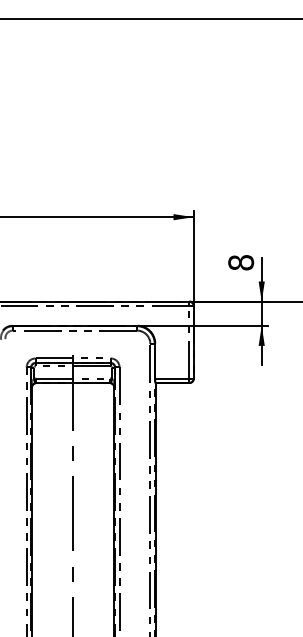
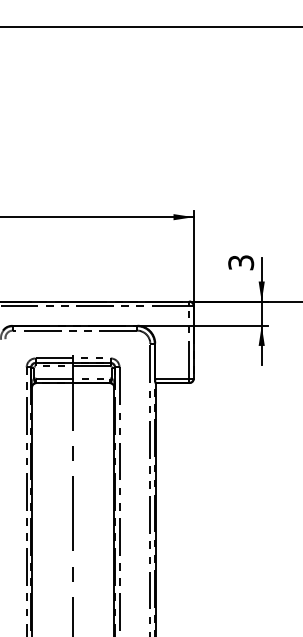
line at (150, 19) position: (150, 19) -> (150, 27)
text at (241, 262): 8 -> 3
